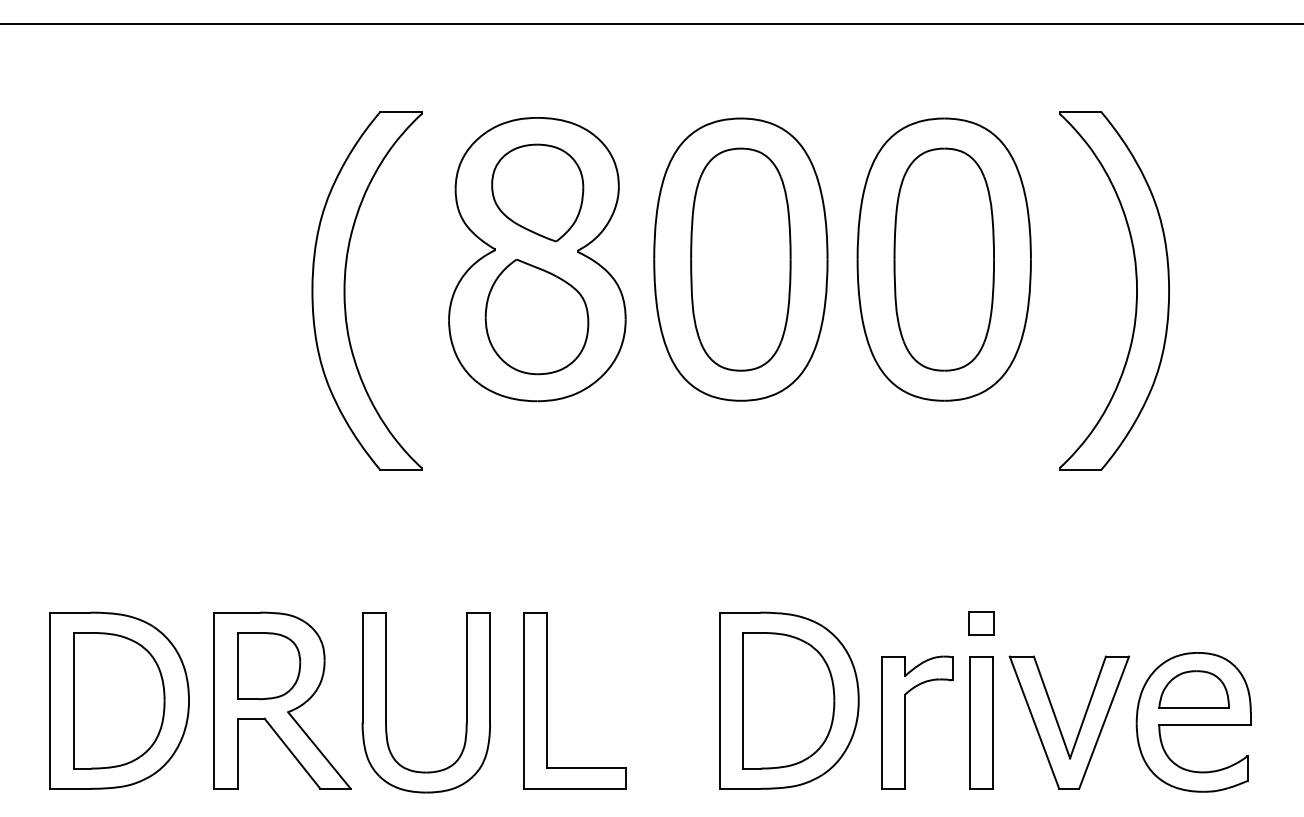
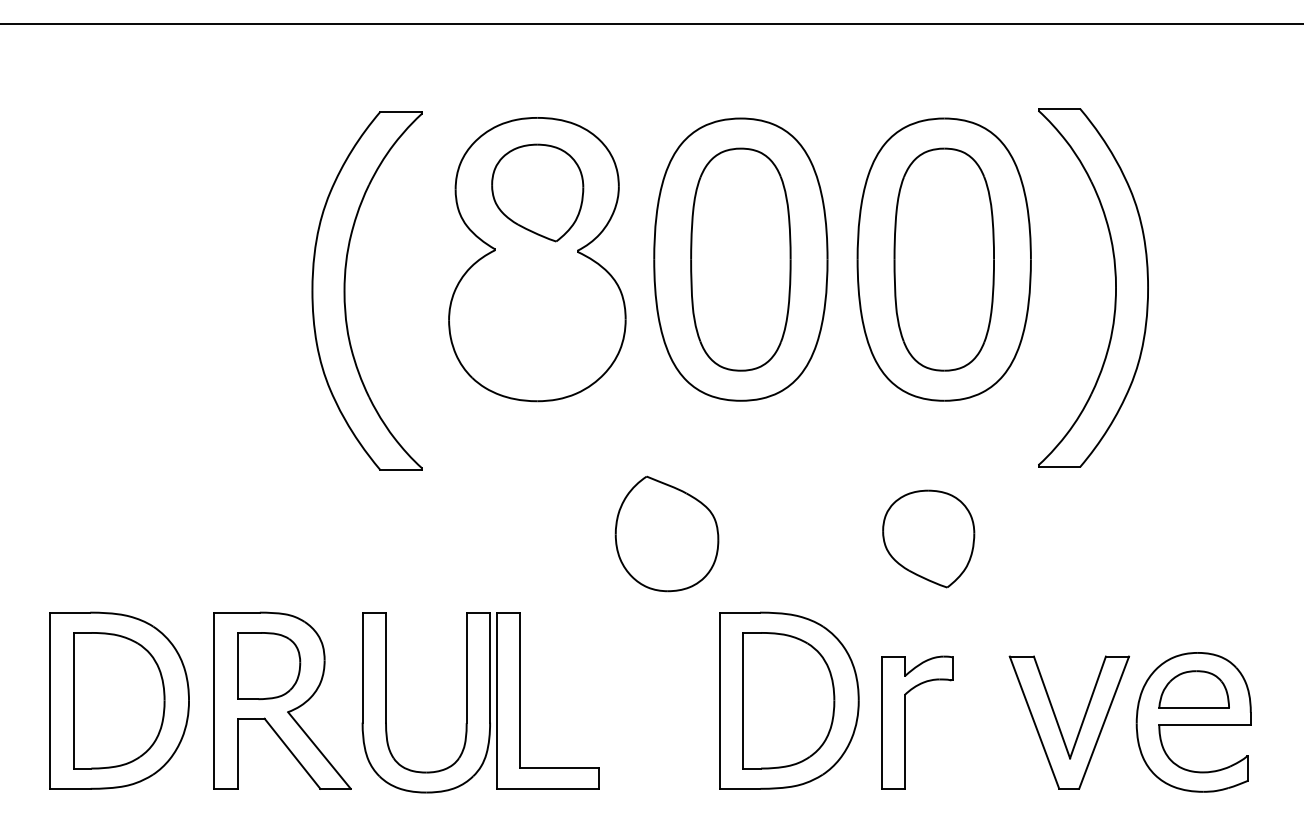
part at (1136, 290) position: (1136, 290) -> (1115, 287)
part at (536, 316) position: (536, 316) -> (666, 533)
part at (928, 538): none -> present
part at (981, 623): present -> none
part at (547, 700) position: (547, 700) -> (520, 700)
part at (981, 722): present -> none
